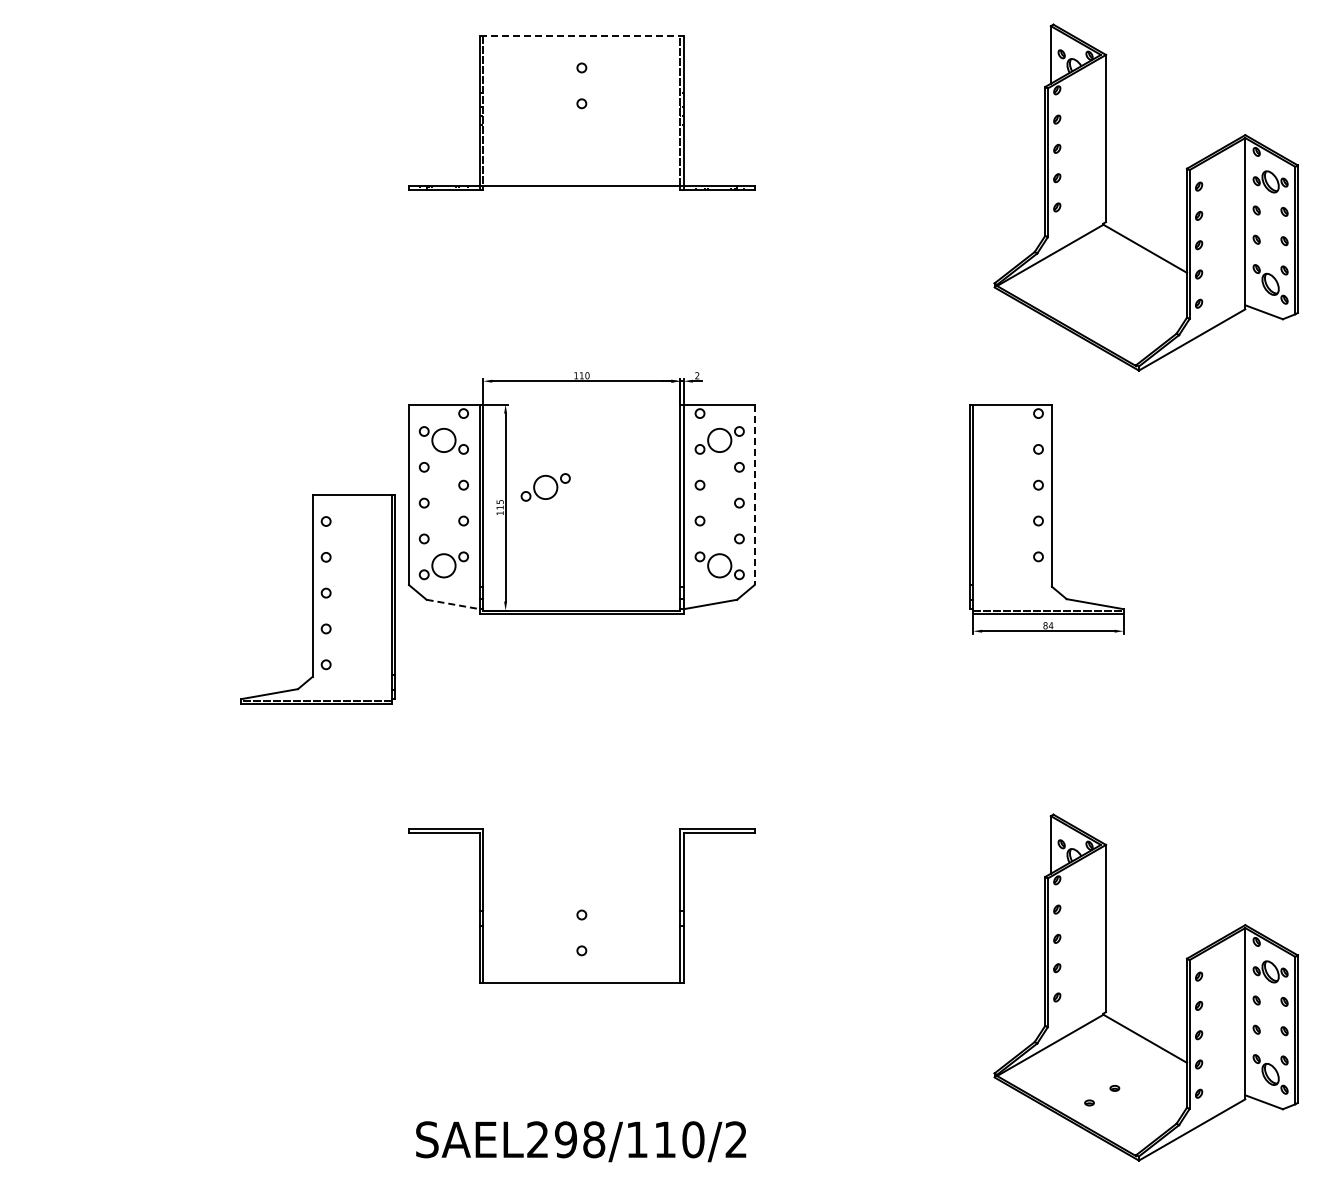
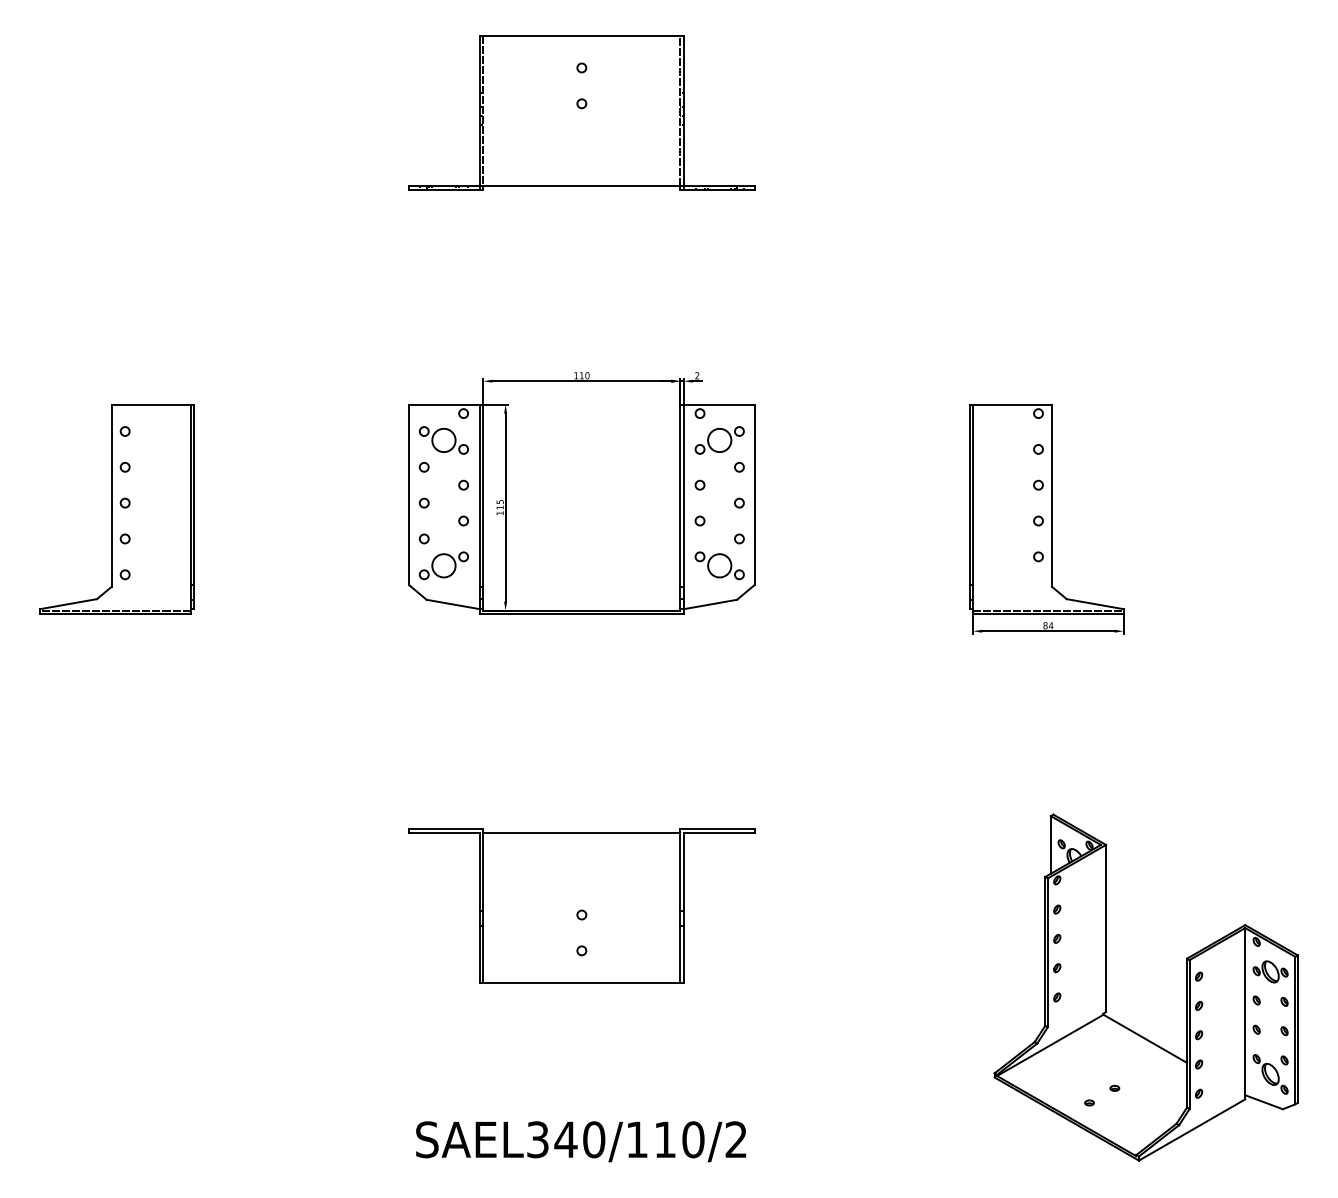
line at (582, 35): dashed -> solid
part at (1106, 197): present -> none
part at (545, 487): present -> none
line at (754, 495): dashed -> solid
part at (317, 599) position: (317, 599) -> (116, 509)
line at (453, 604): dashed -> solid
line at (581, 832): none -> present
text at (566, 1139): SAEL298/110/2 -> SAEL340/110/2
